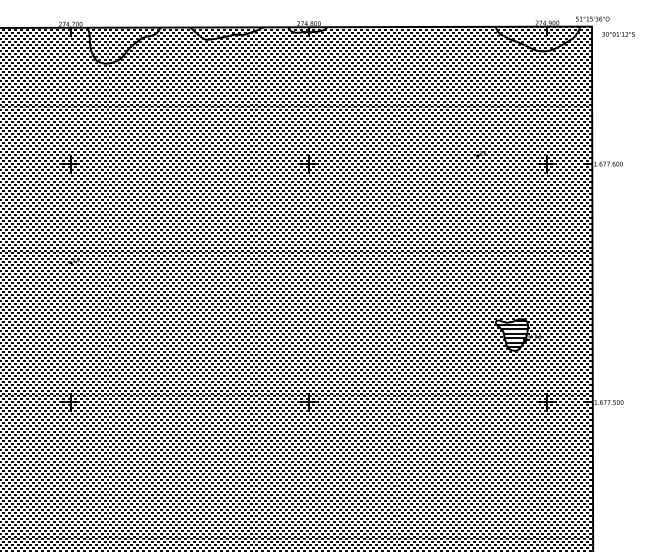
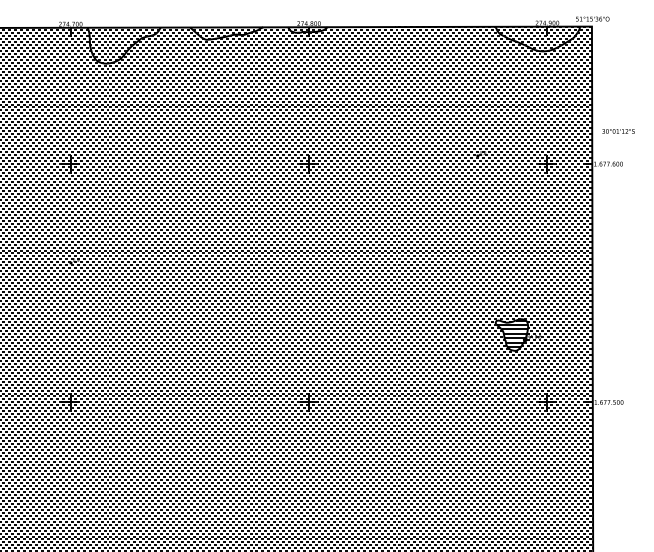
text at (618, 34) position: (618, 34) -> (618, 131)
